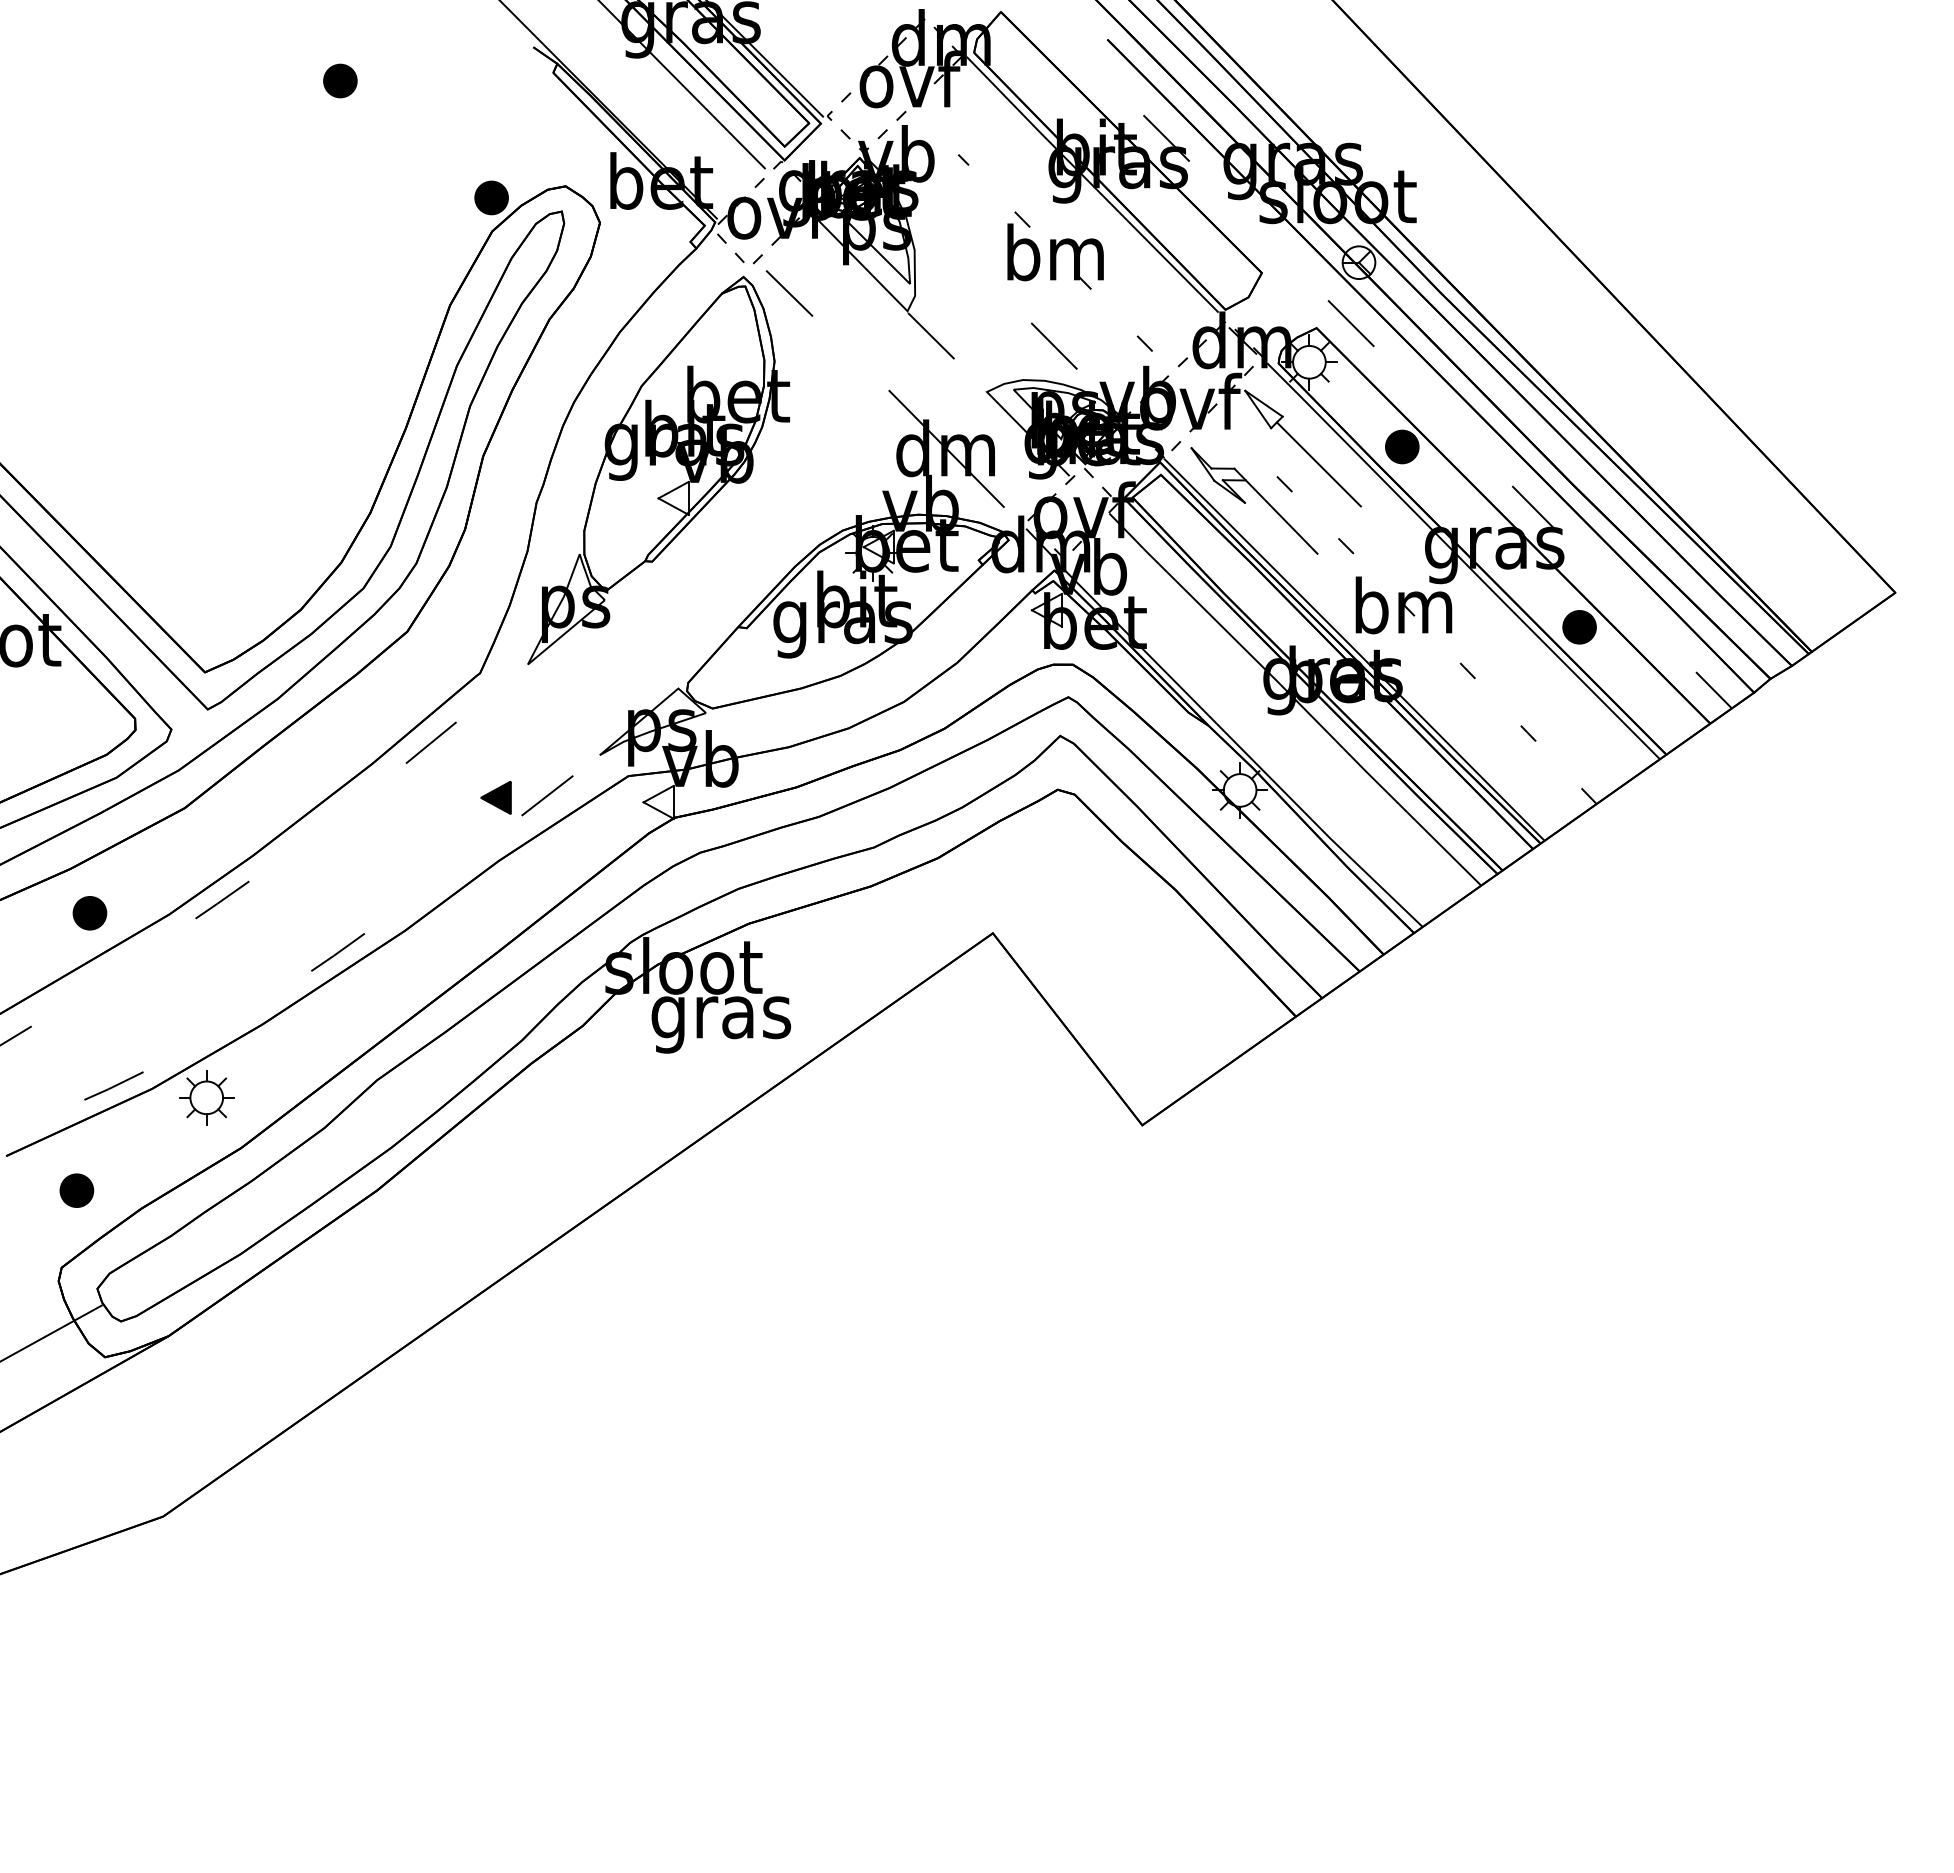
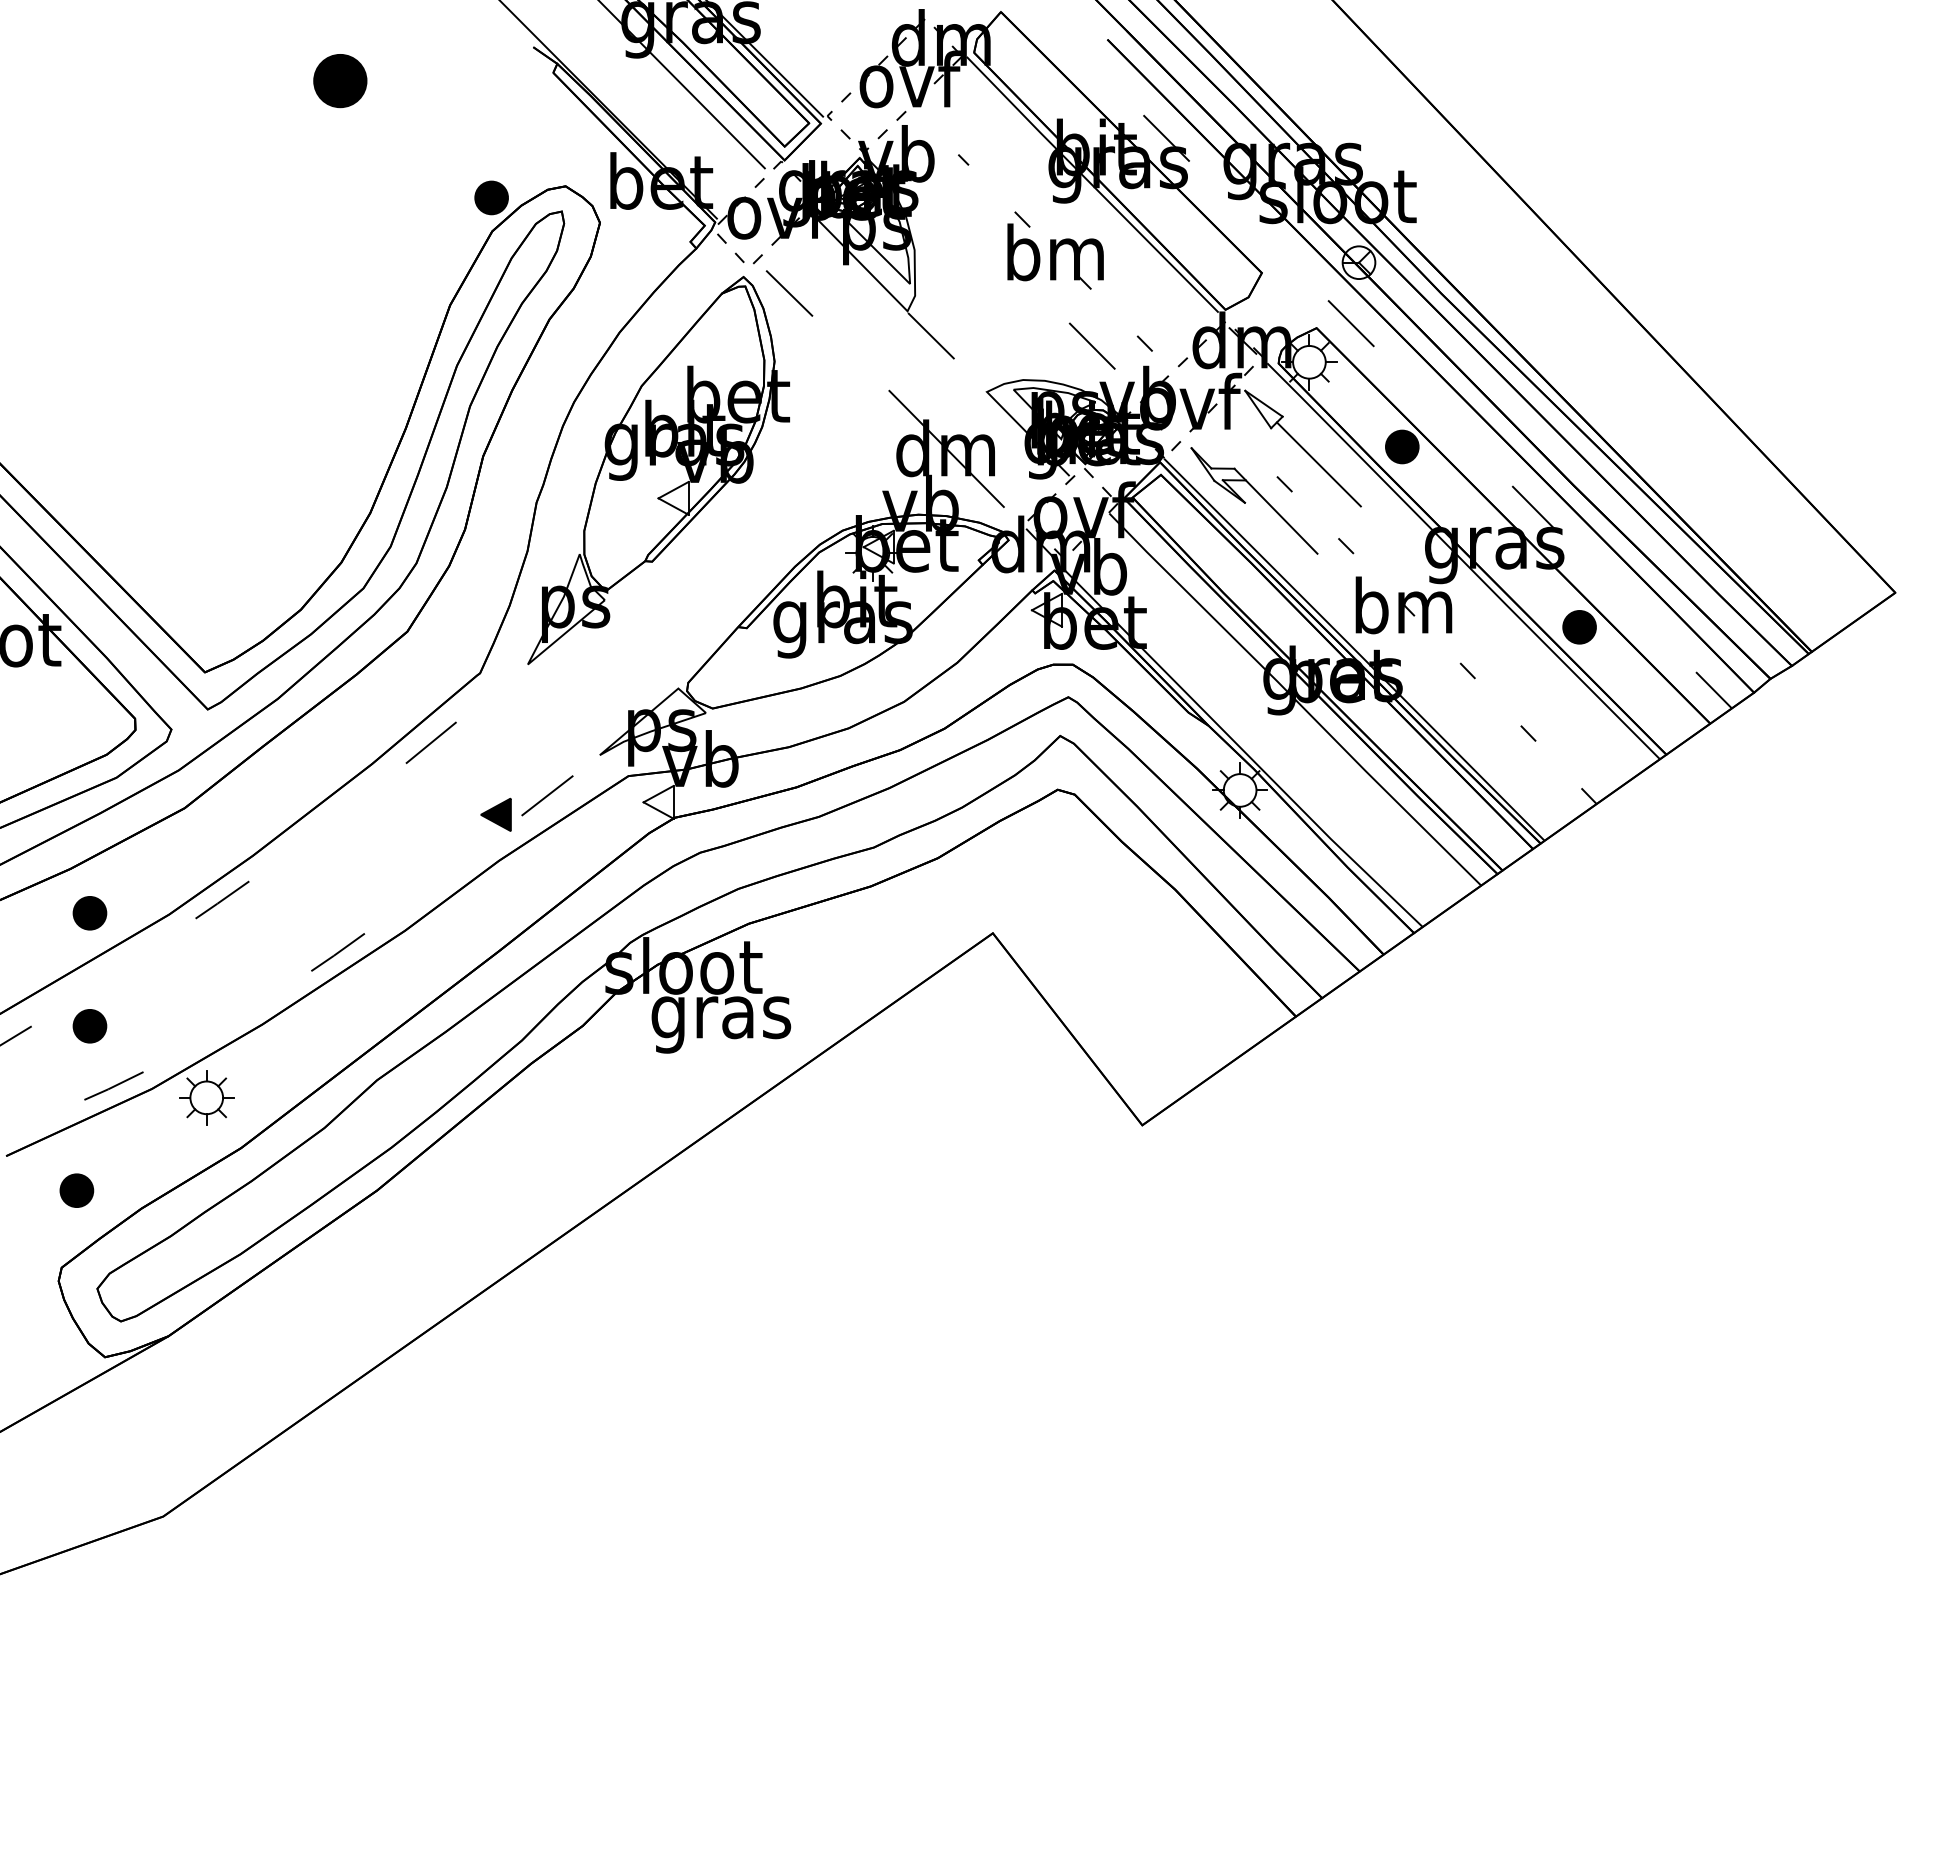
part at (340, 80) size: 35x36 px -> 55x55 px
line at (1053, 345) position: (1053, 345) -> (1091, 345)
part at (495, 797) position: (495, 797) -> (495, 814)
part at (89, 1026): none -> present
line at (51, 1332): present -> none
